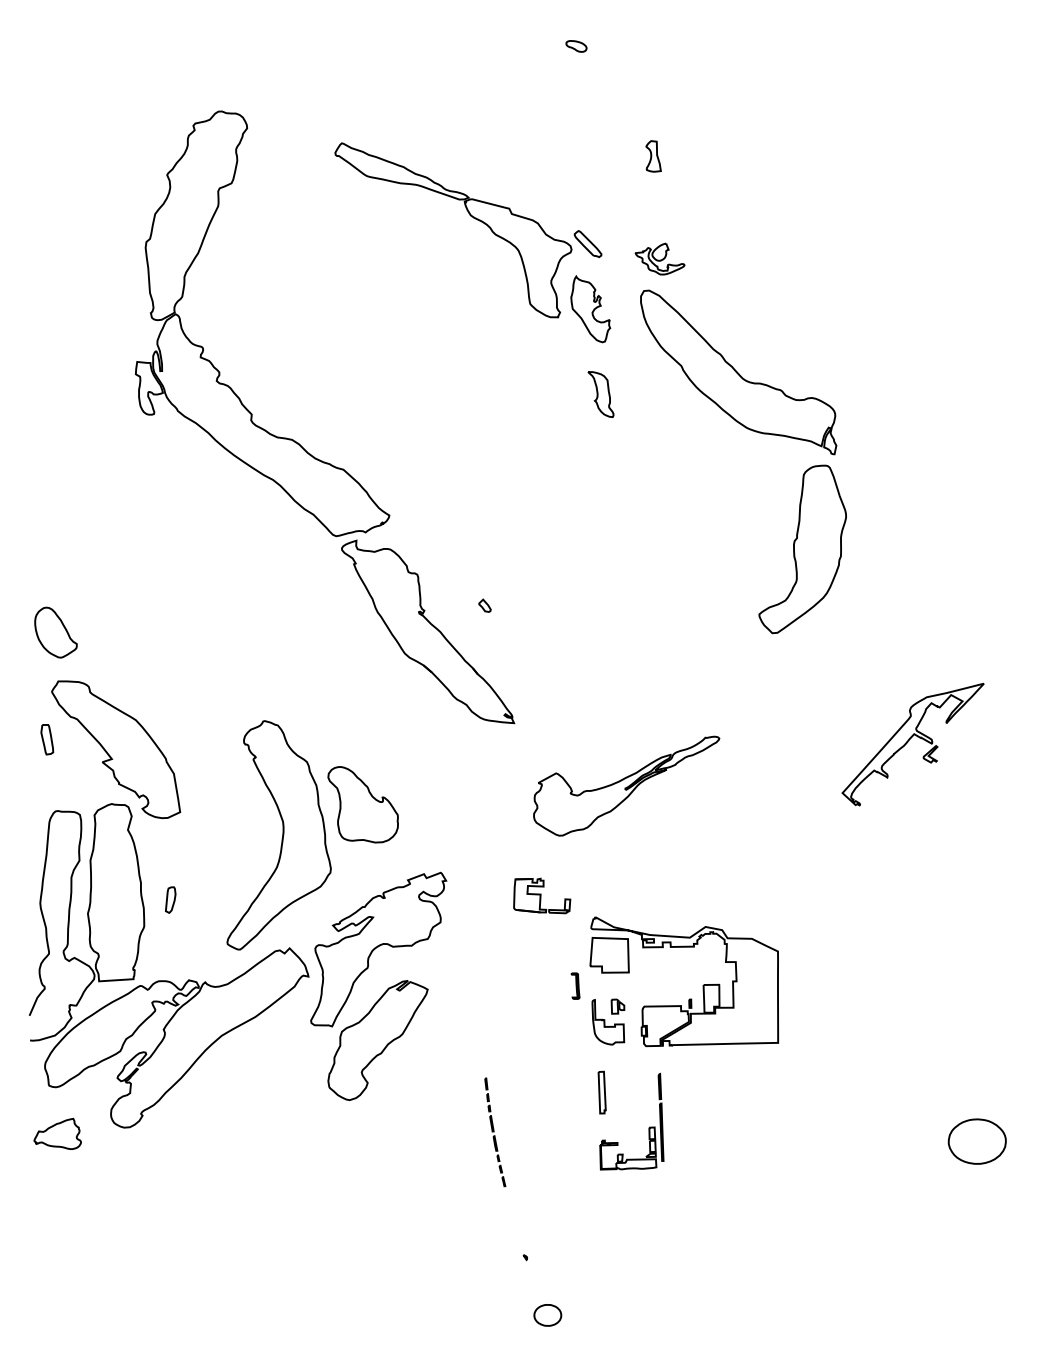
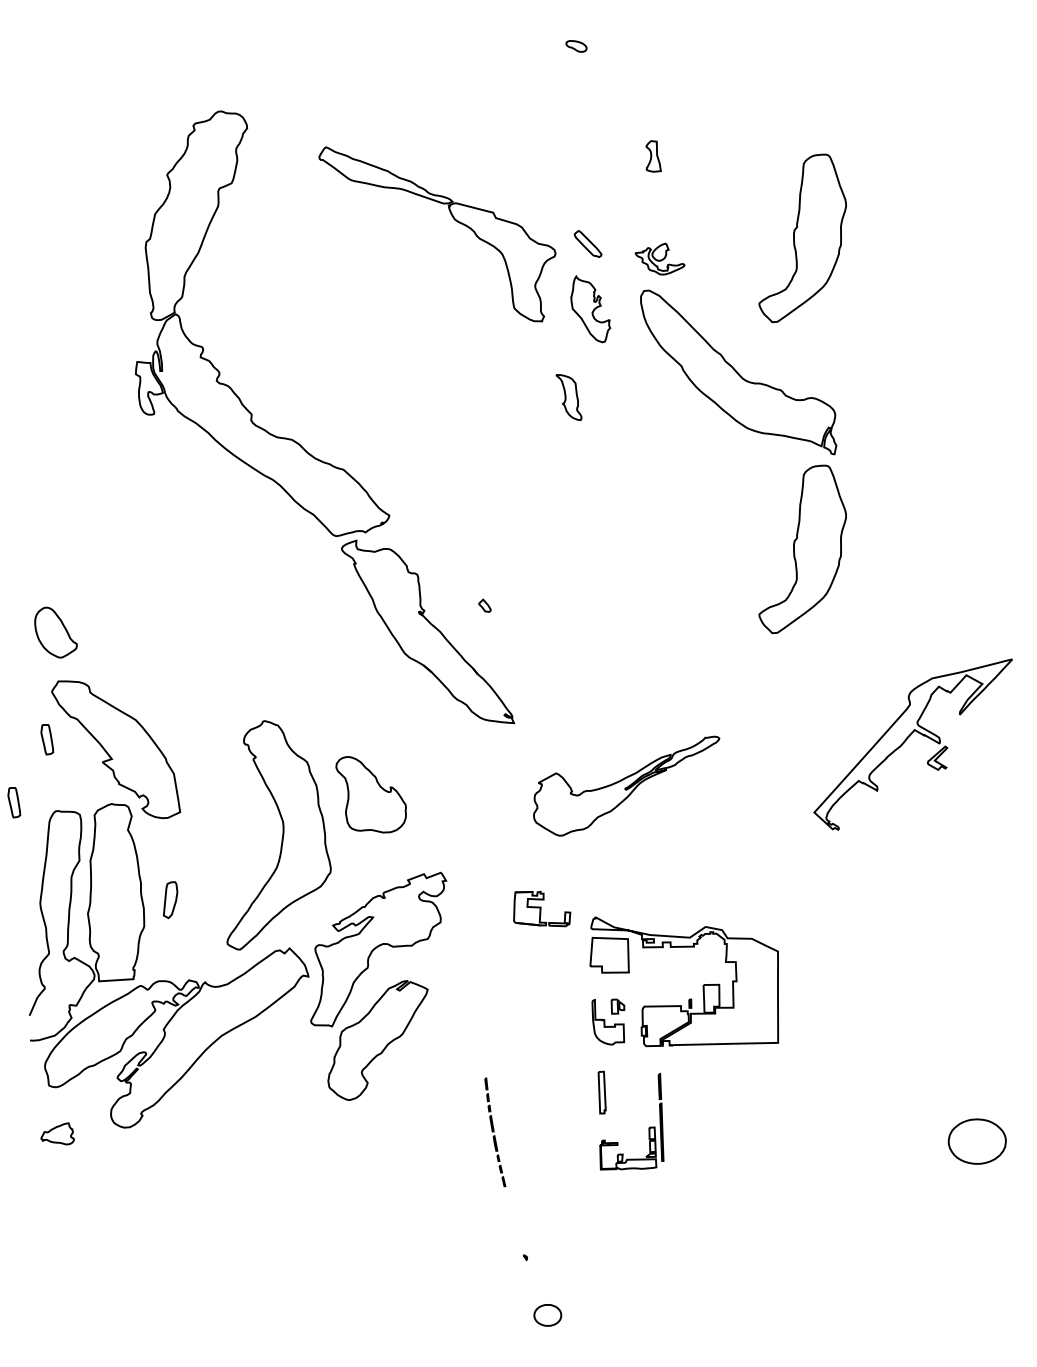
part at (469, 215) position: (469, 215) -> (453, 219)
part at (802, 238): none -> present
part at (600, 394) position: (600, 394) -> (568, 397)
part at (912, 744) size: 144x125 px -> 200x173 px
part at (14, 802): none -> present
part at (362, 804) position: (362, 804) -> (370, 794)
part at (542, 895) position: (542, 895) -> (542, 908)
part at (170, 899) size: 12x28 px -> 16x39 px
part at (575, 985): present -> none
part at (57, 1133) size: 49x33 px -> 35x24 px
